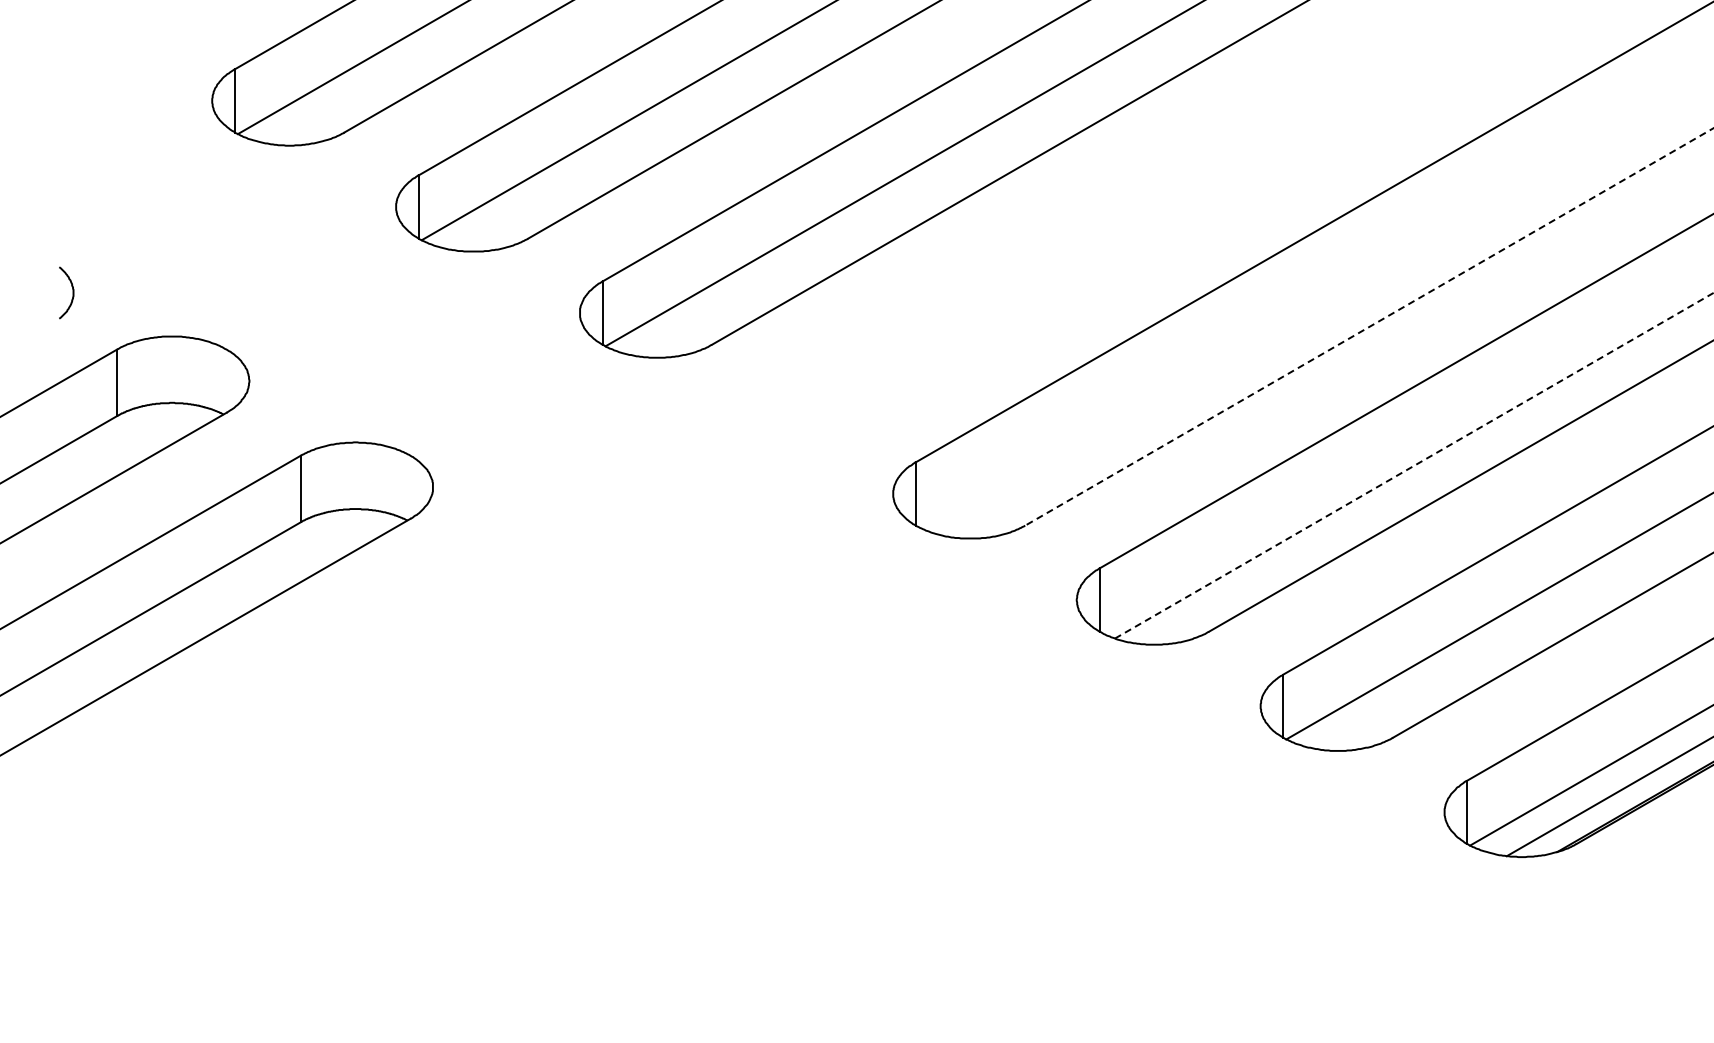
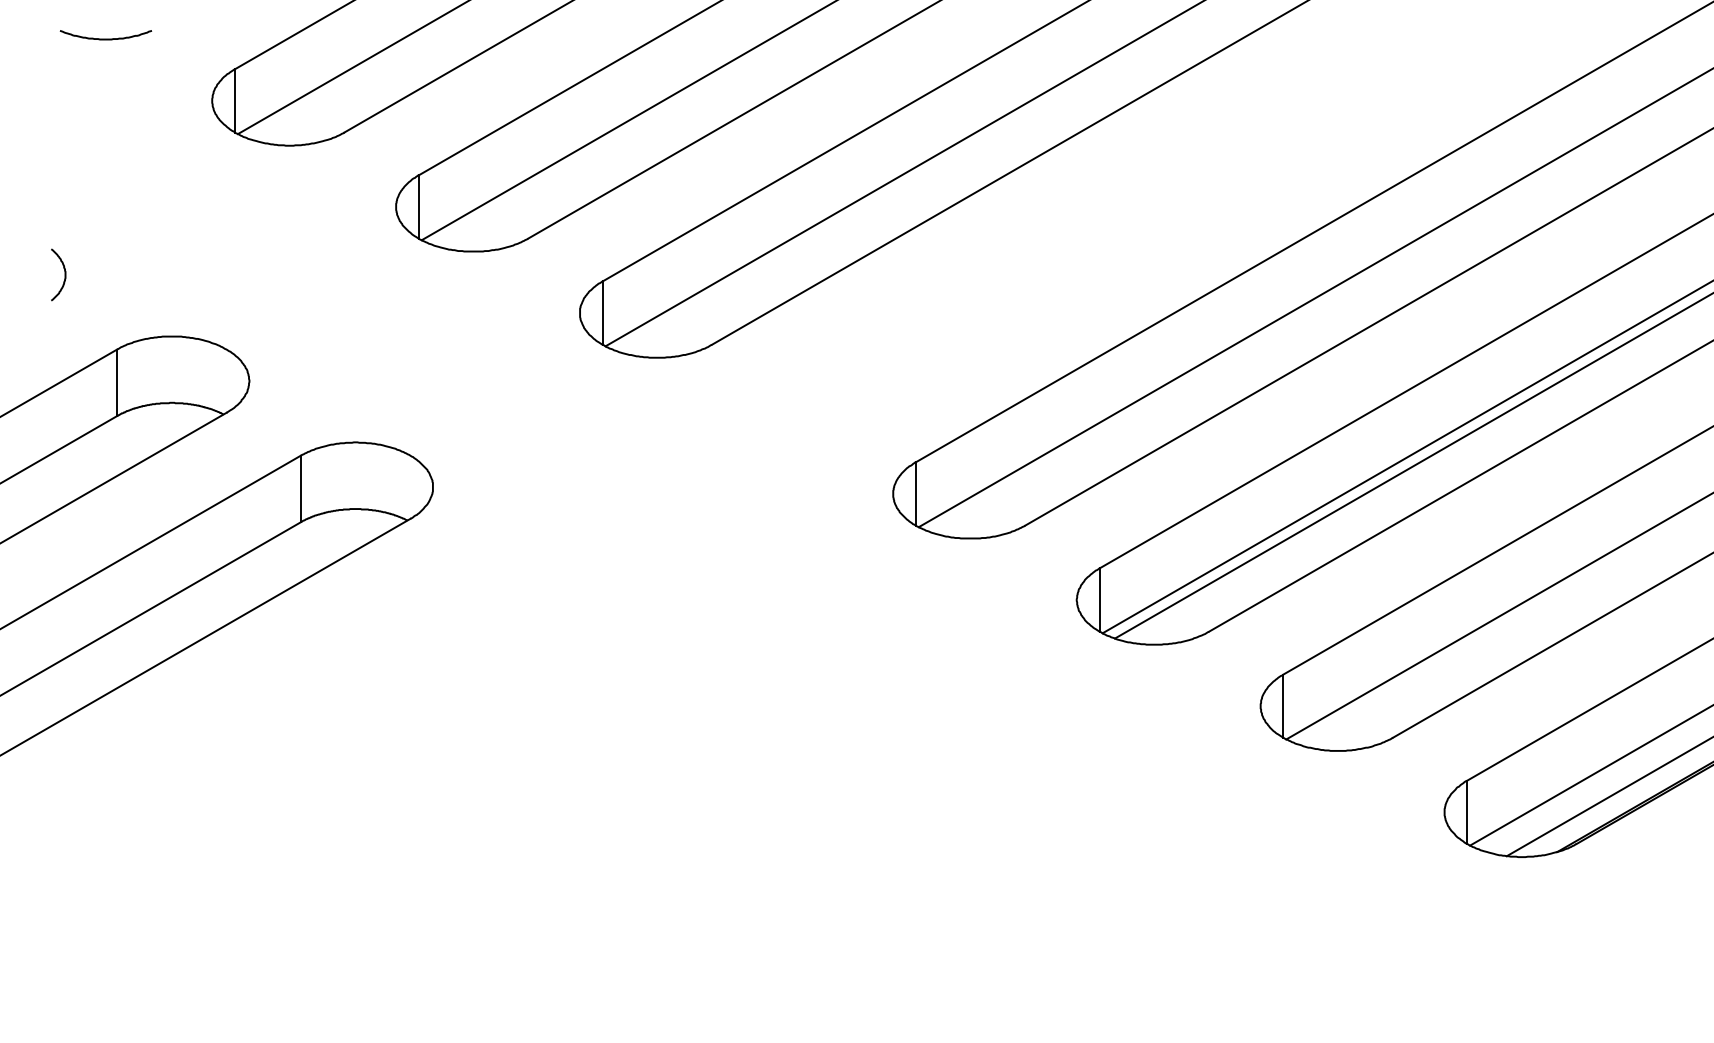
curve at (105, 38): none -> present
curve at (72, 292) position: (72, 292) -> (64, 274)
line at (1314, 298): none -> present
line at (1369, 327): dashed -> solid
line at (1406, 457): none -> present
line at (1414, 465): dashed -> solid
